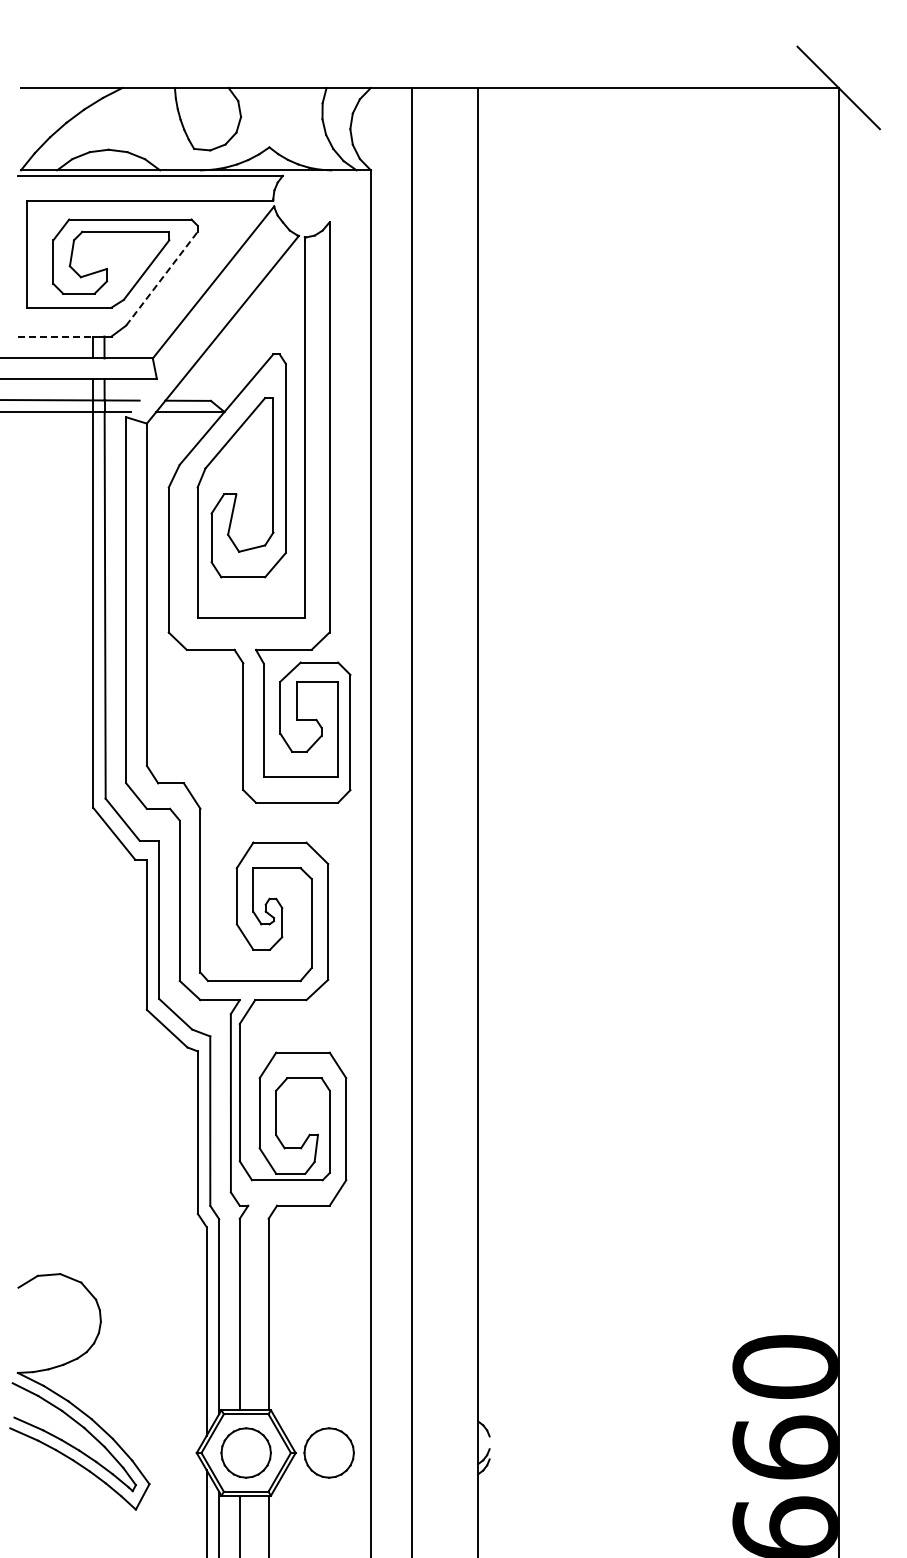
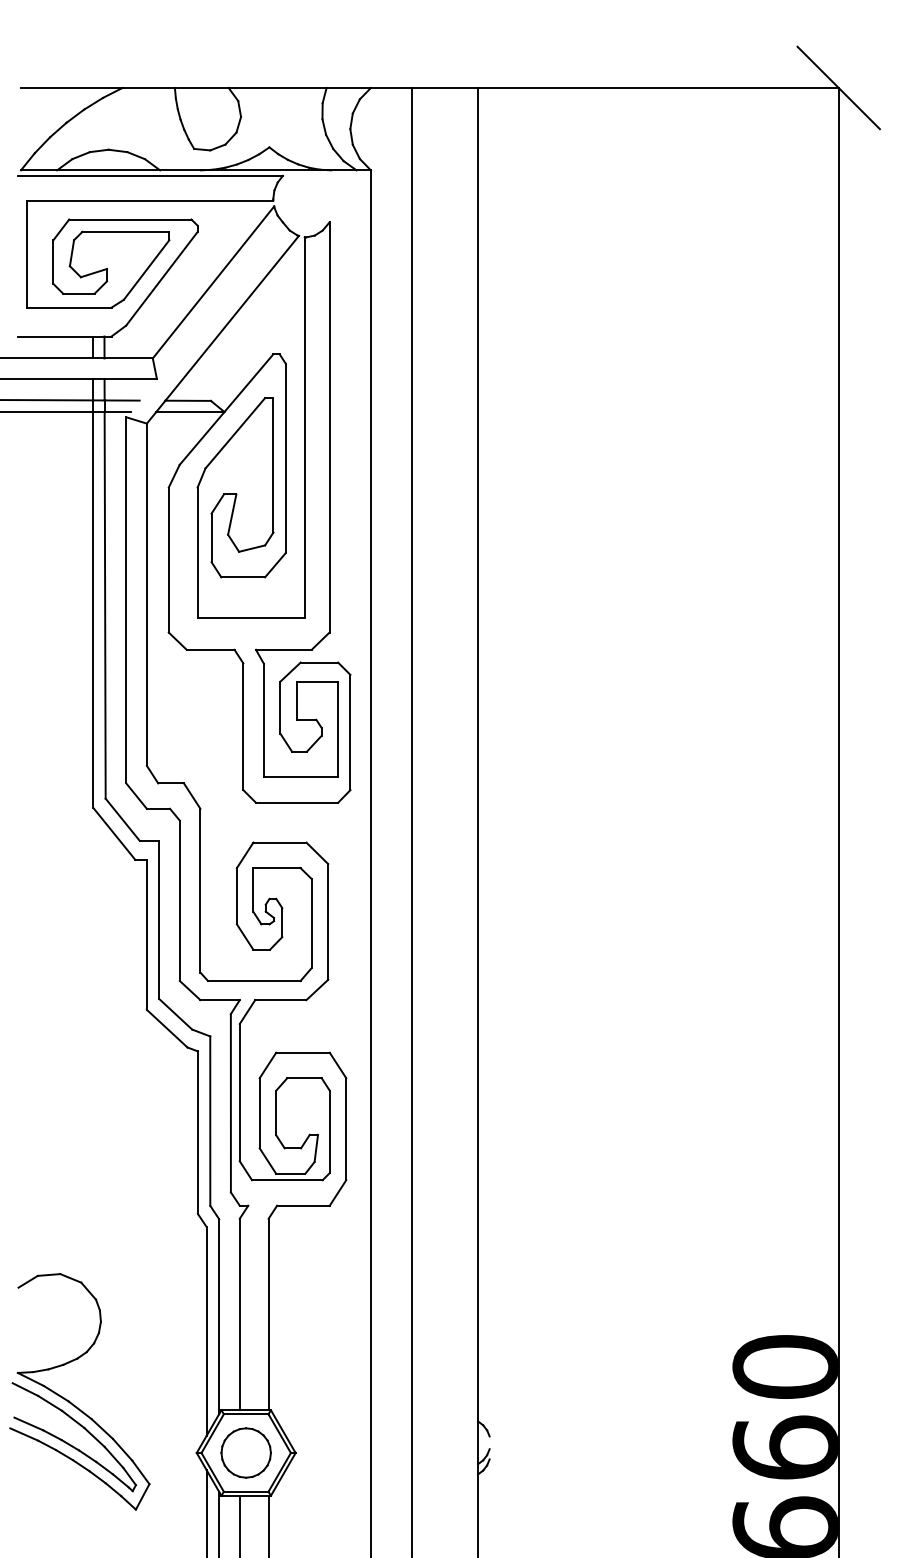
line at (161, 278): dashed -> solid
line at (55, 336): dashed -> solid
part at (328, 1452): present -> none
